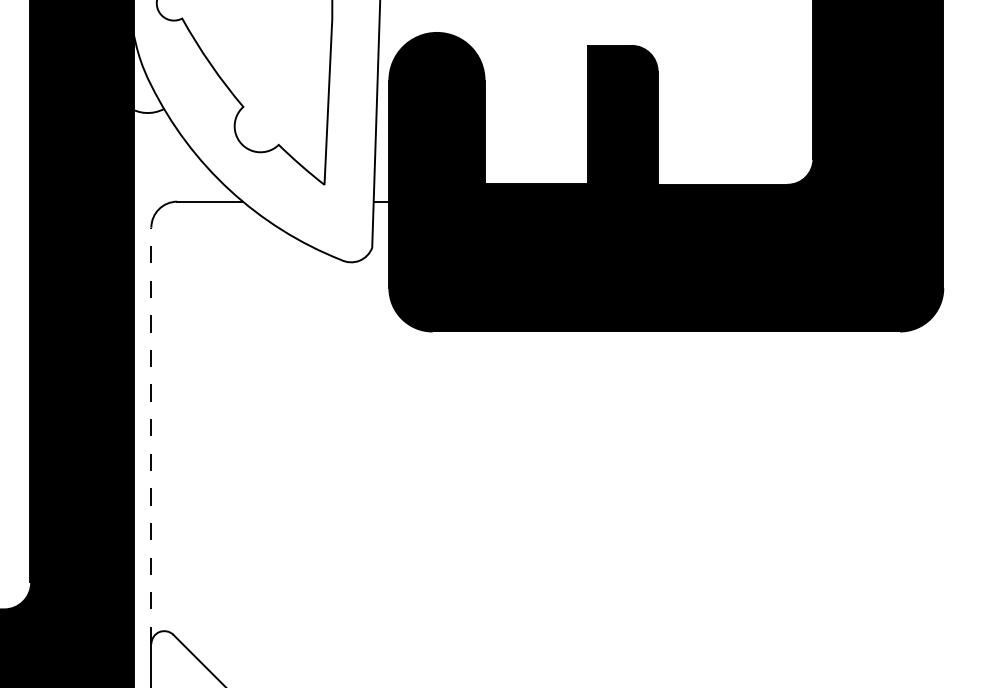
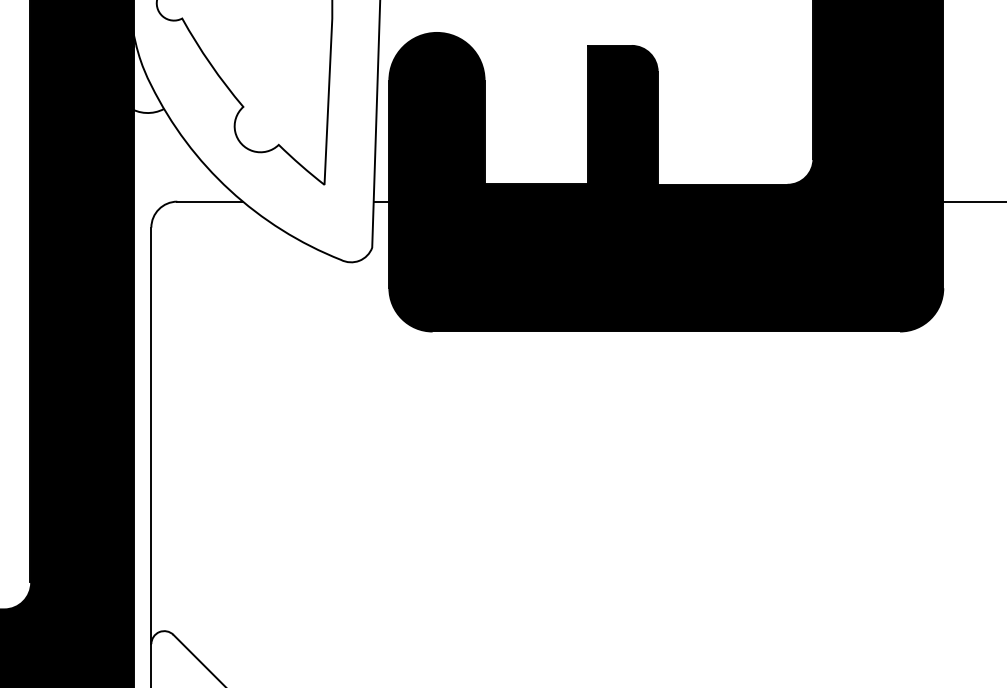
line at (973, 201): none -> present
line at (151, 435): dashed -> solid
